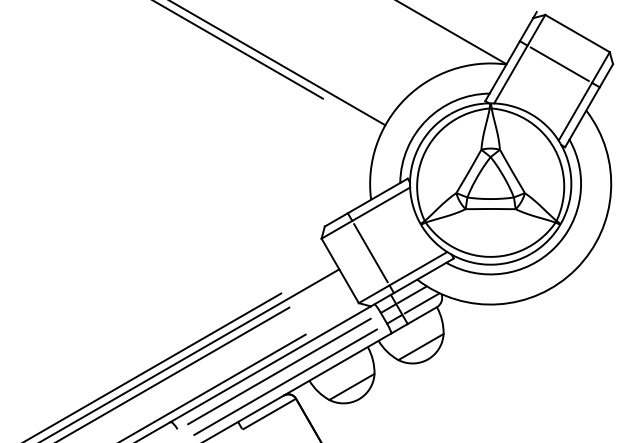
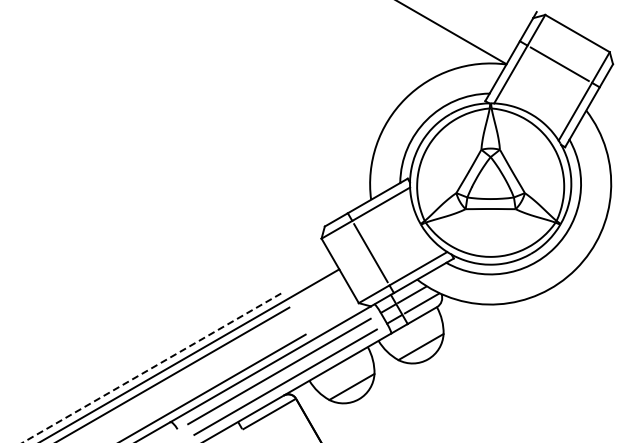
line at (238, 50): present -> none
line at (278, 63): present -> none
line at (151, 368): solid -> dashed
